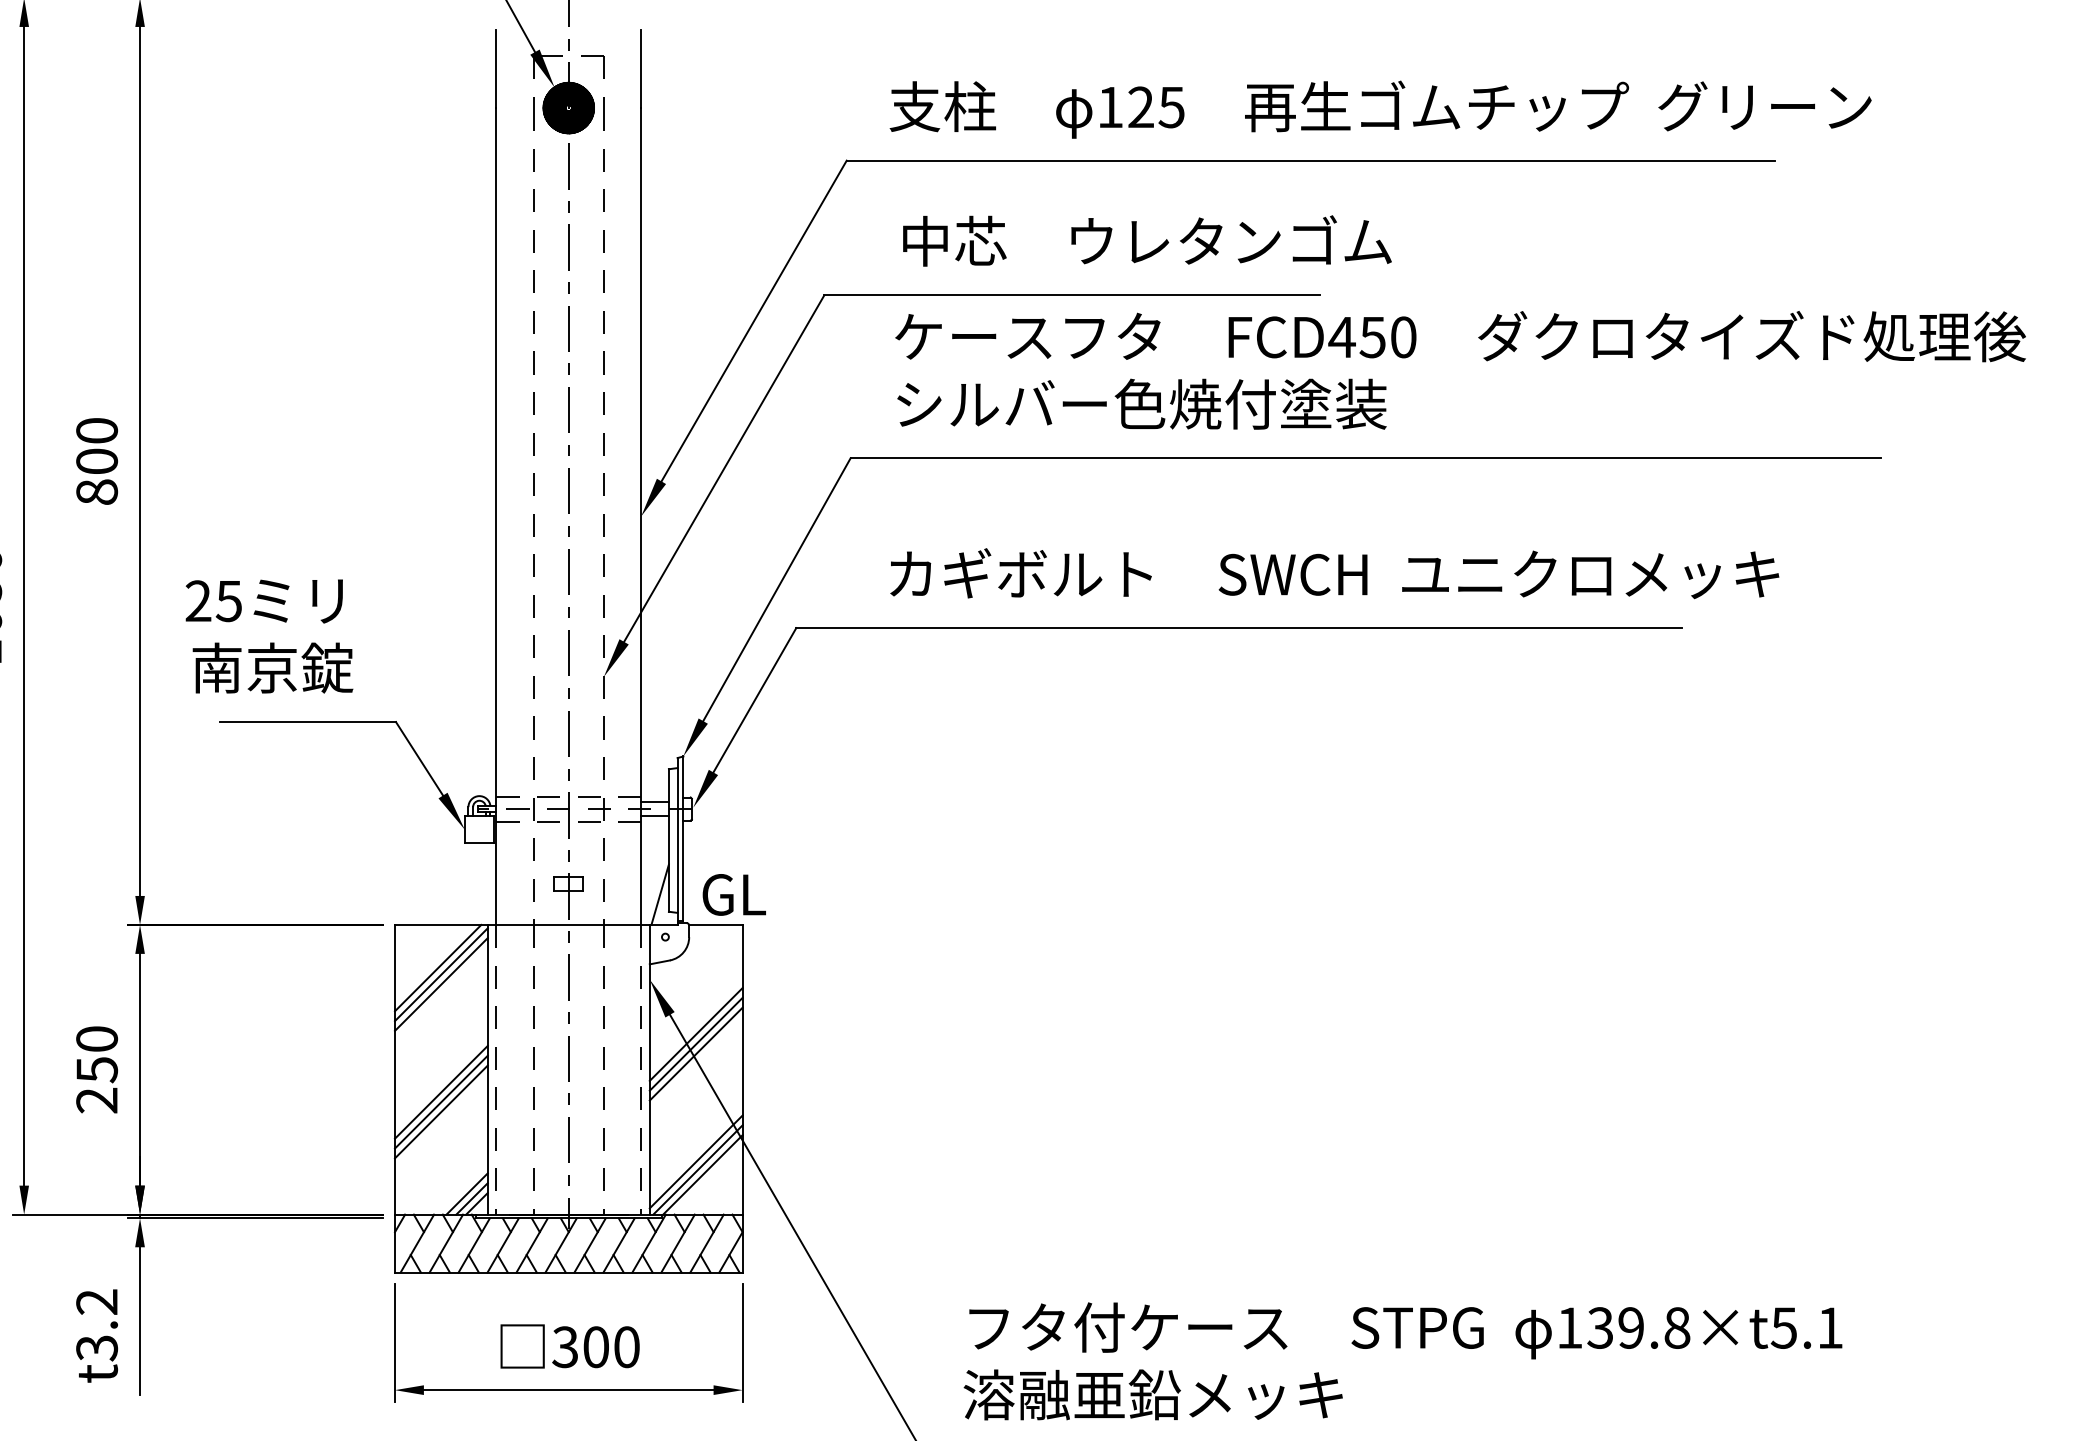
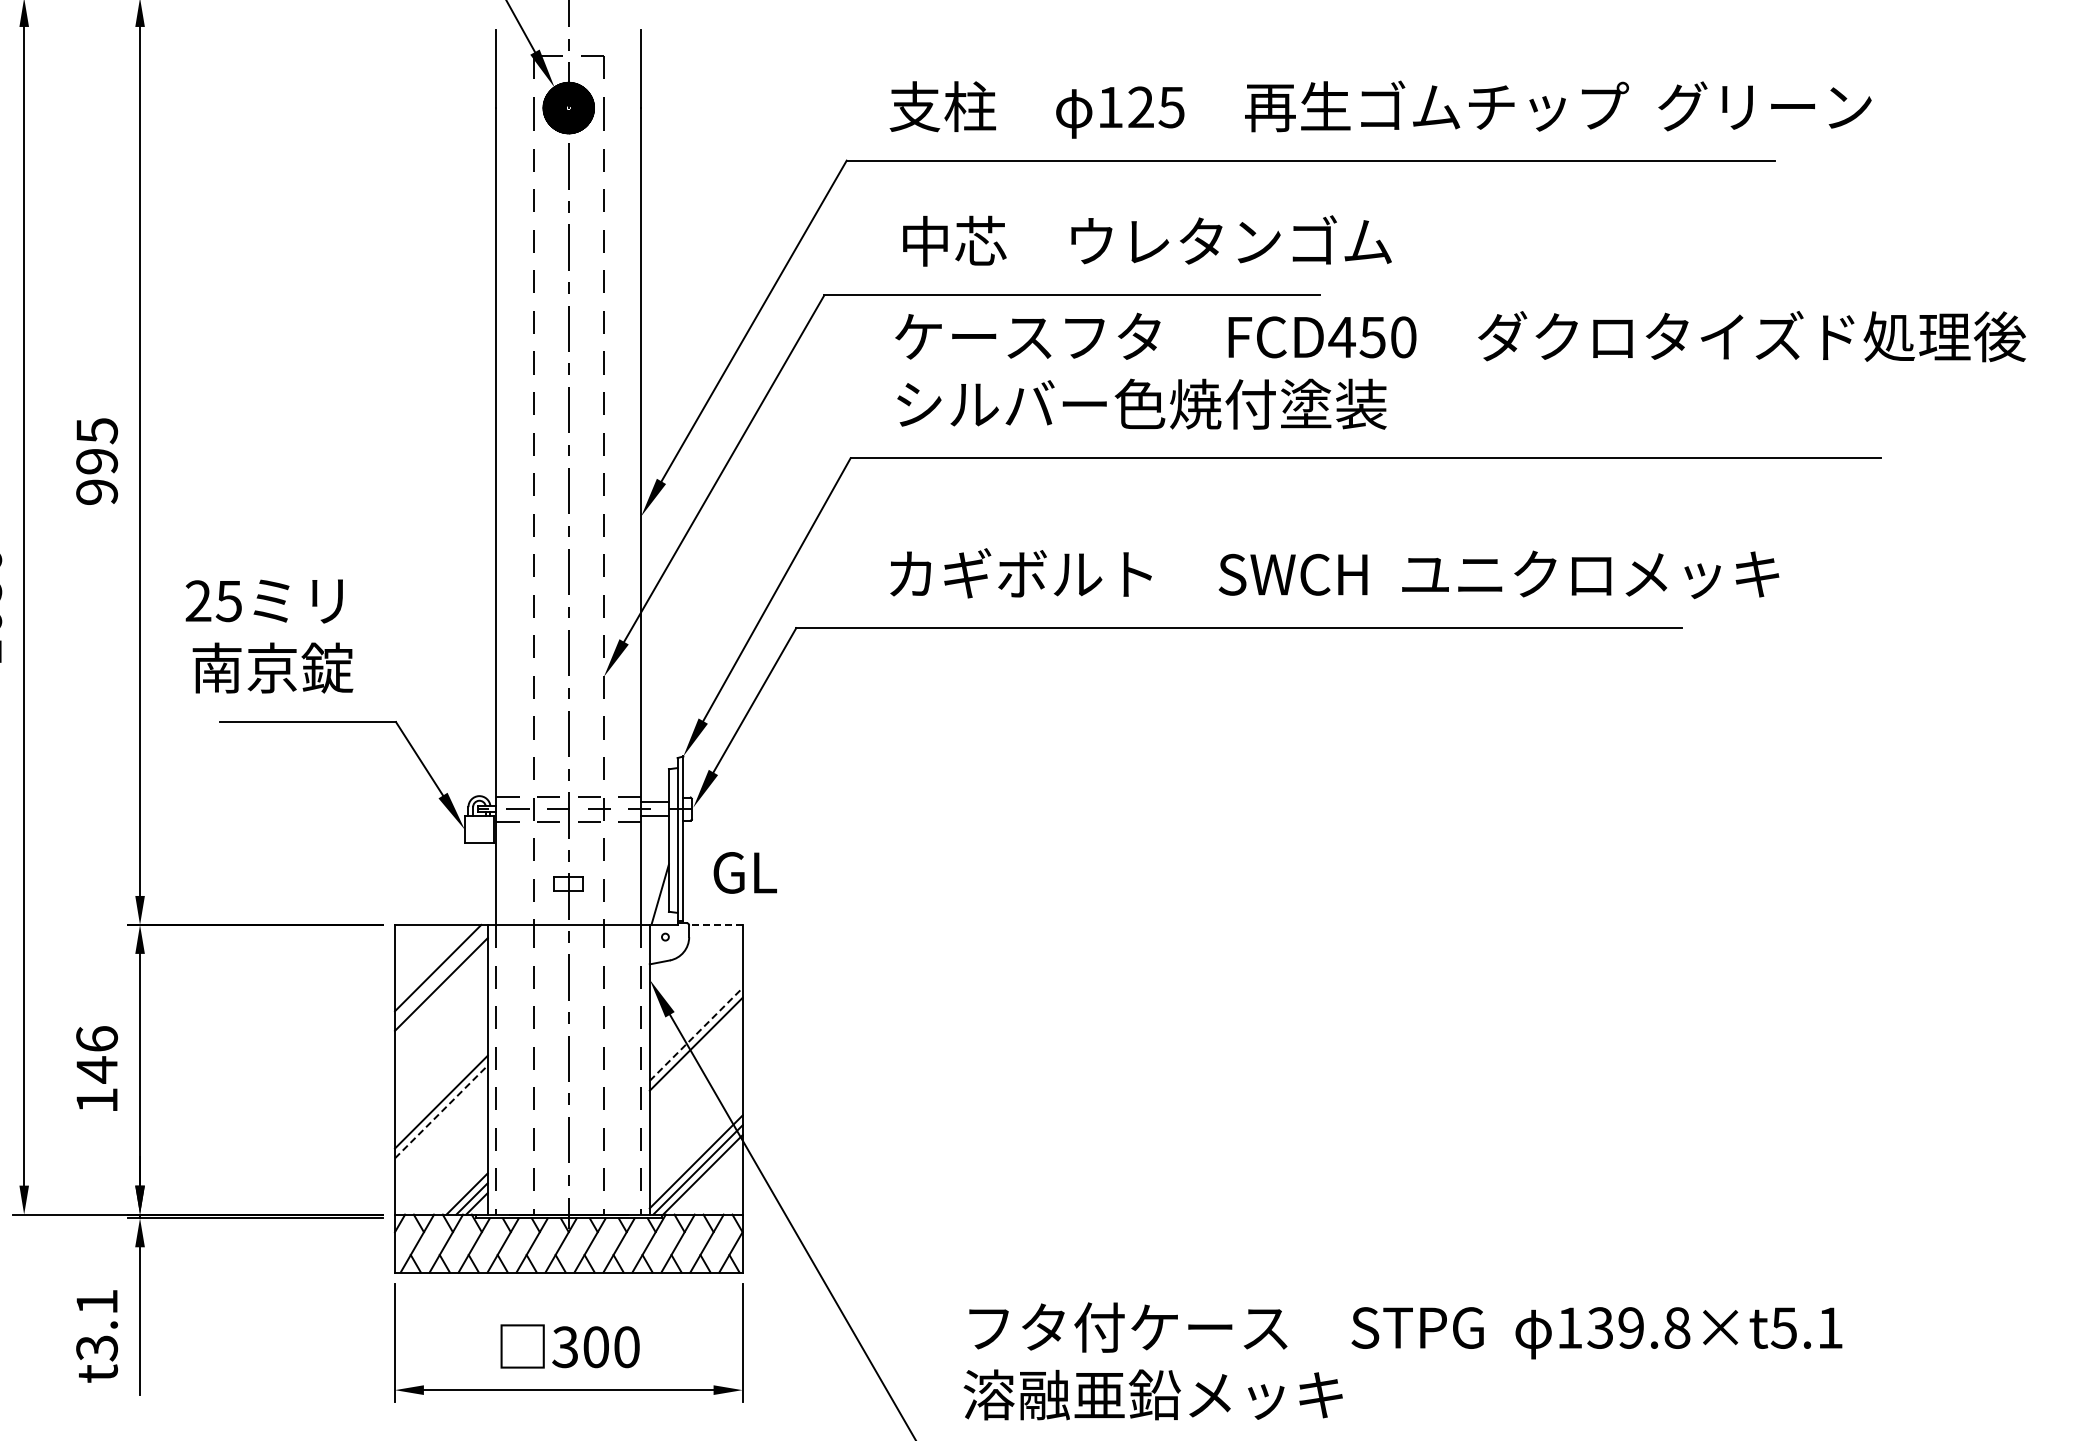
text at (97, 461): 800 -> 995
text at (733, 894) position: (733, 894) -> (744, 872)
line at (715, 924): solid -> dashed
line at (441, 974): present -> none
line at (696, 1034): solid -> dashed
line at (695, 1053): present -> none
text at (97, 1069): 250 -> 146
line at (441, 1091): present -> none
line at (441, 1111): solid -> dashed
text at (96, 1301): t3.2 -> t3.1
